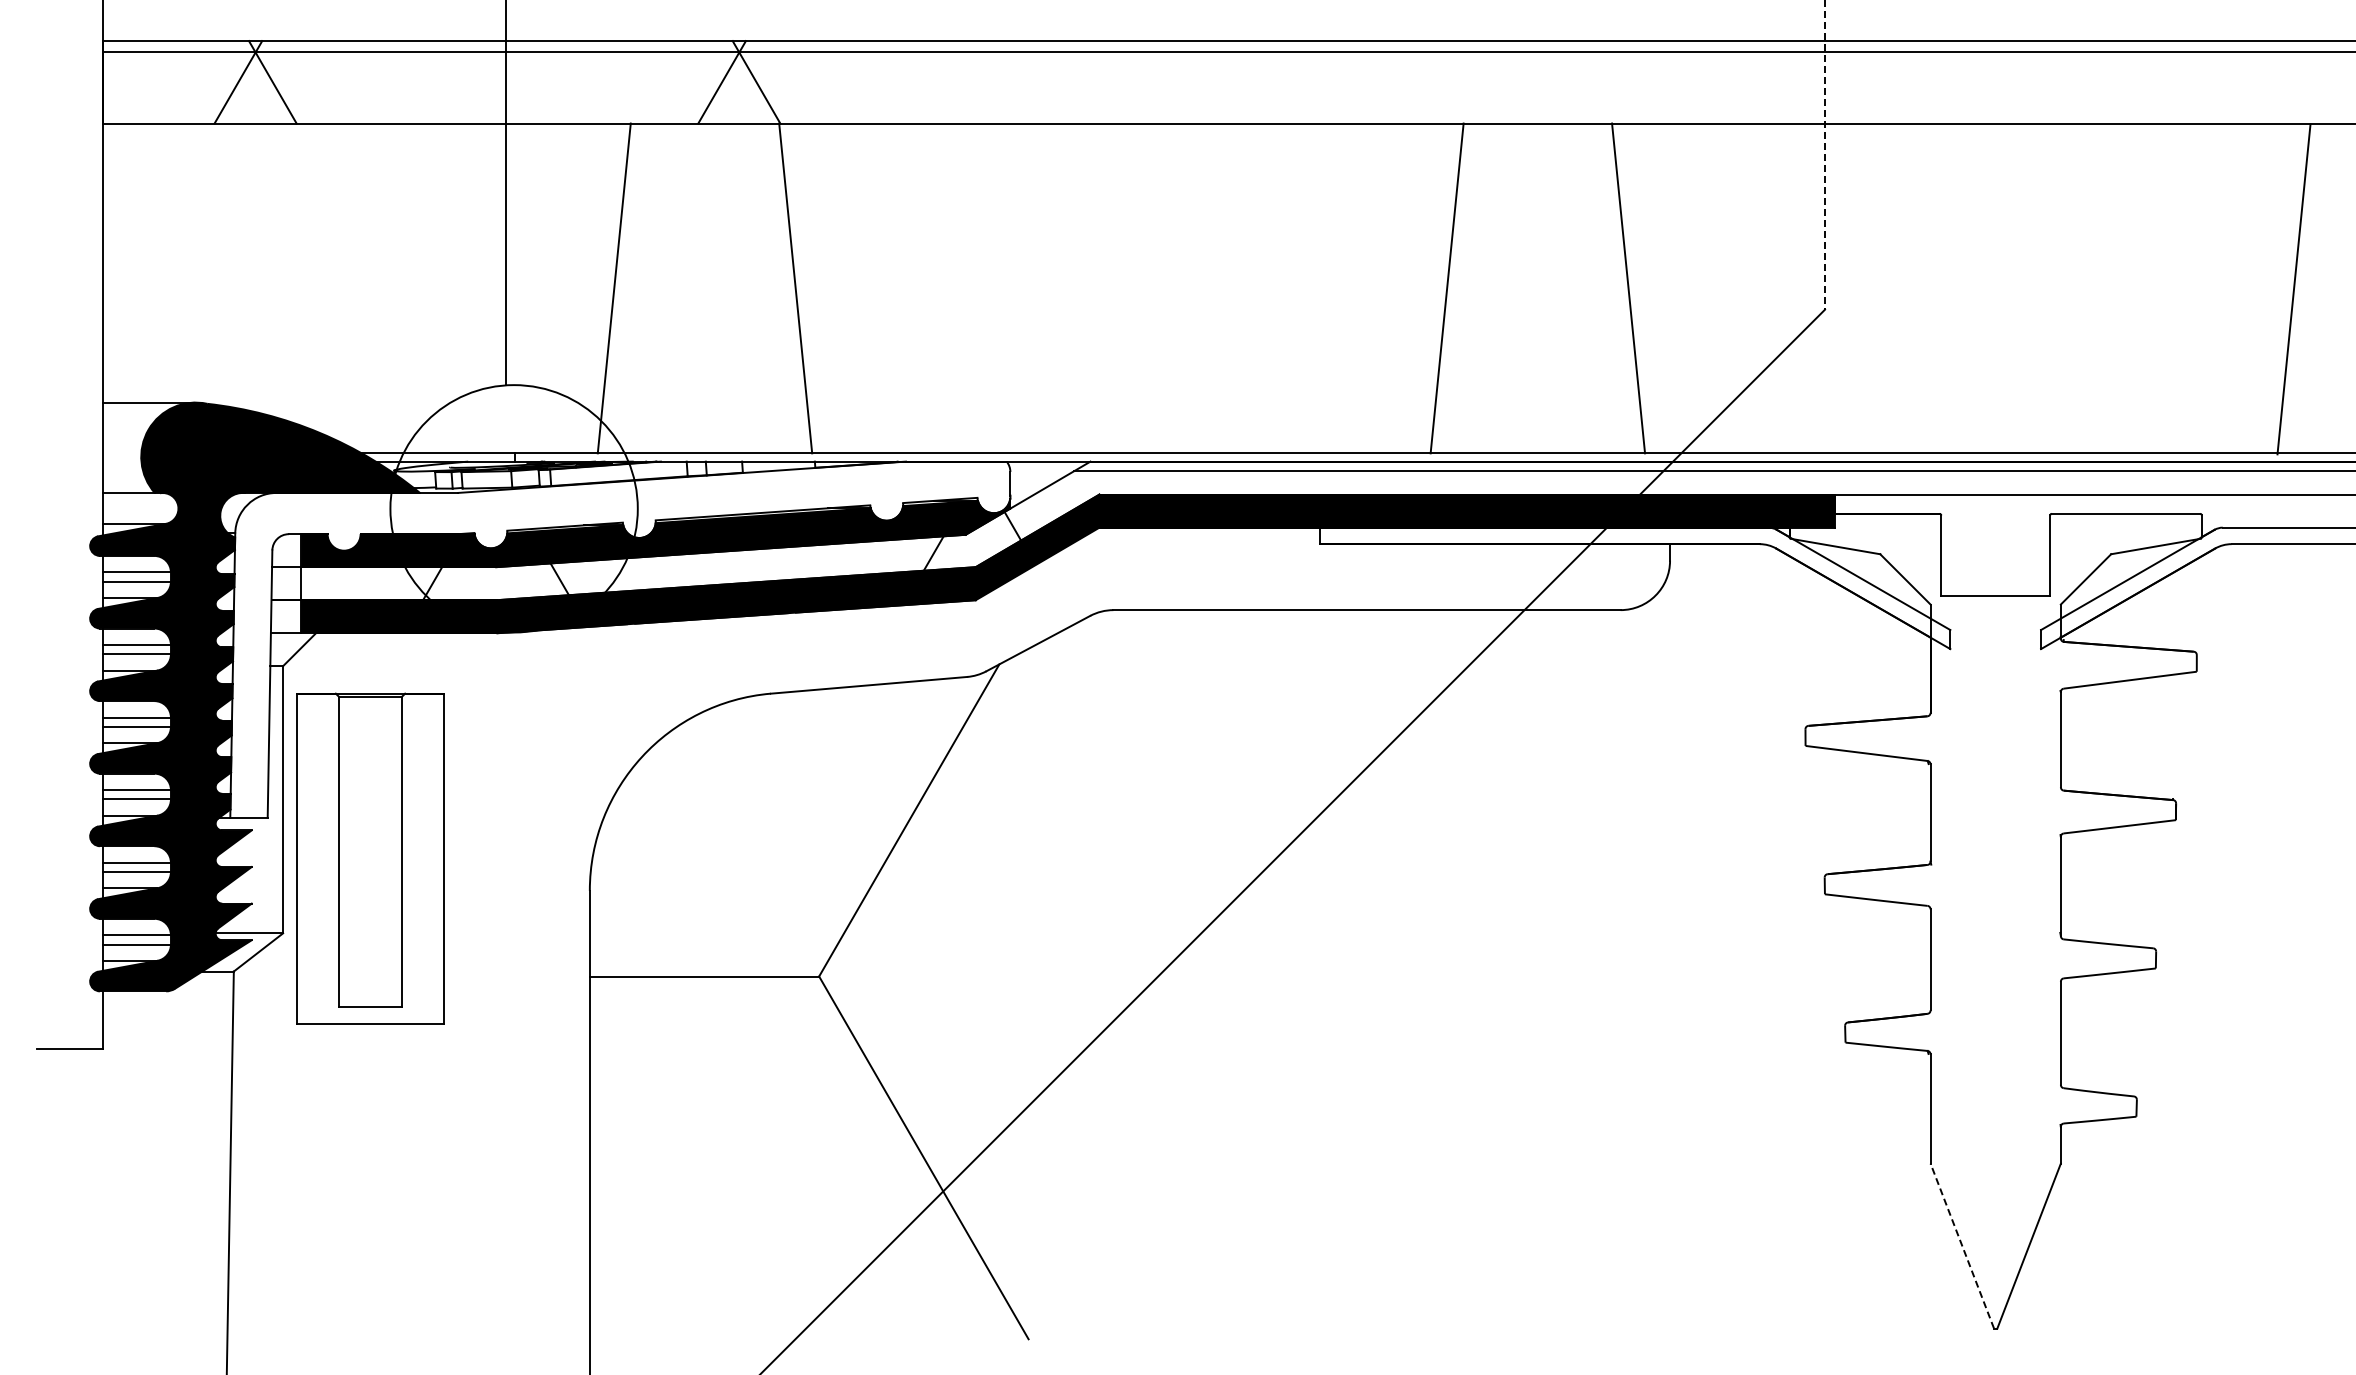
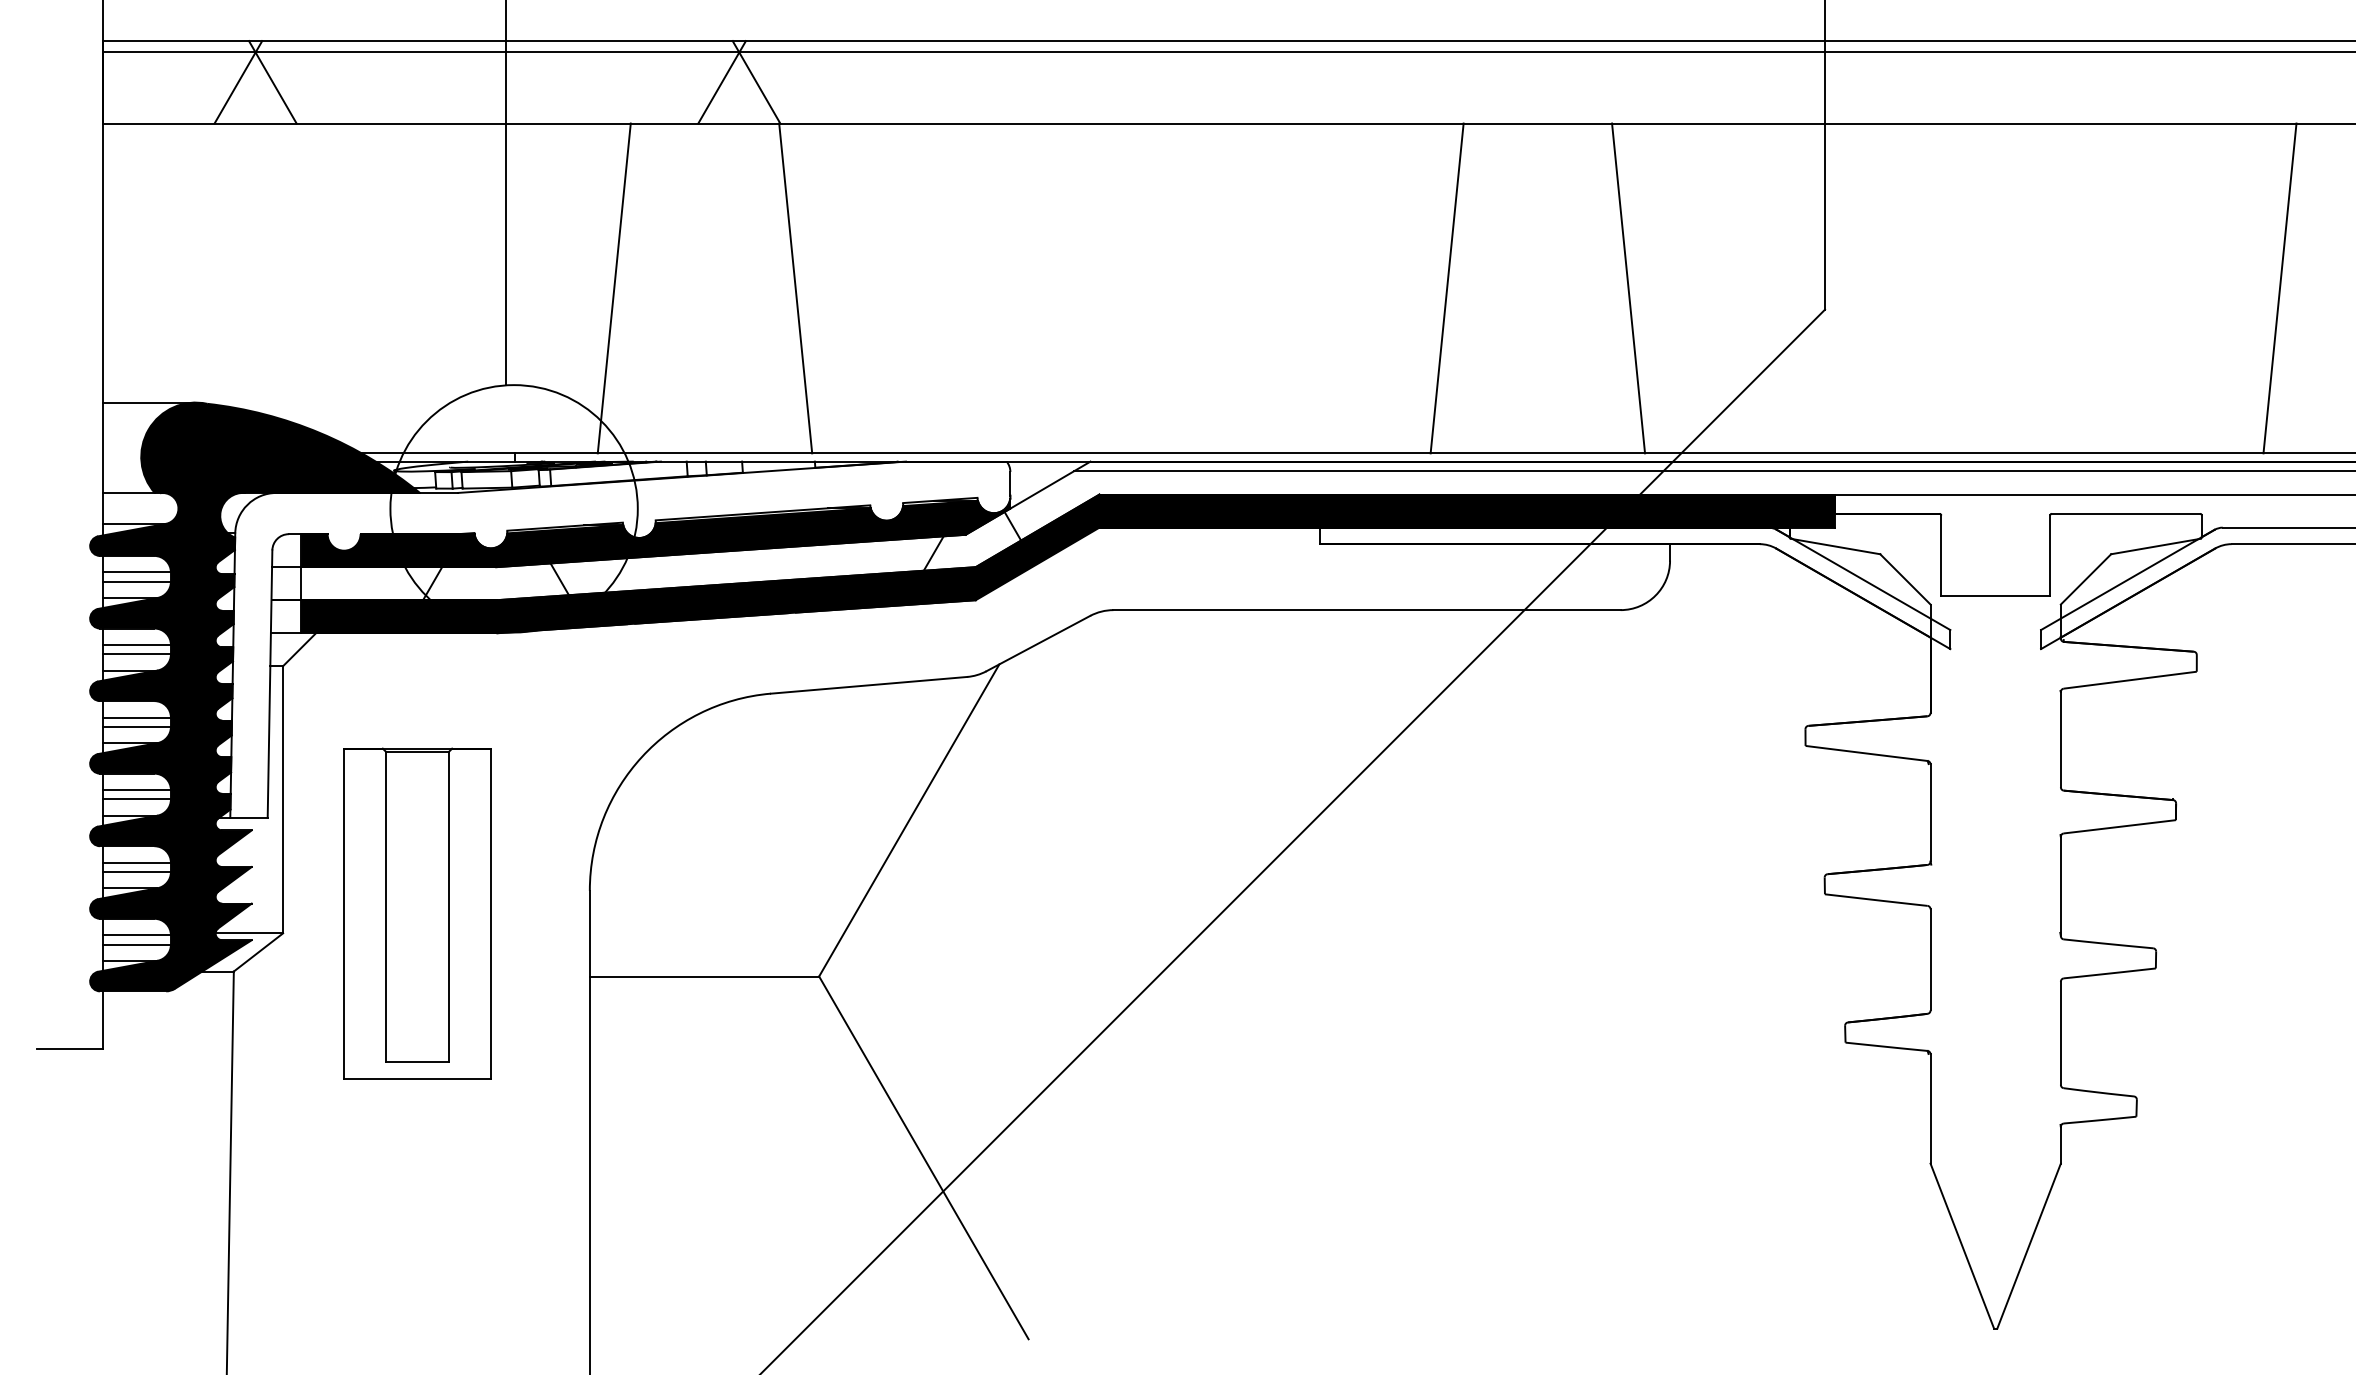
line at (1825, 155): dashed -> solid
line at (2293, 289) position: (2293, 289) -> (2279, 288)
part at (370, 858) position: (370, 858) -> (417, 913)
line at (1962, 1245): dashed -> solid
